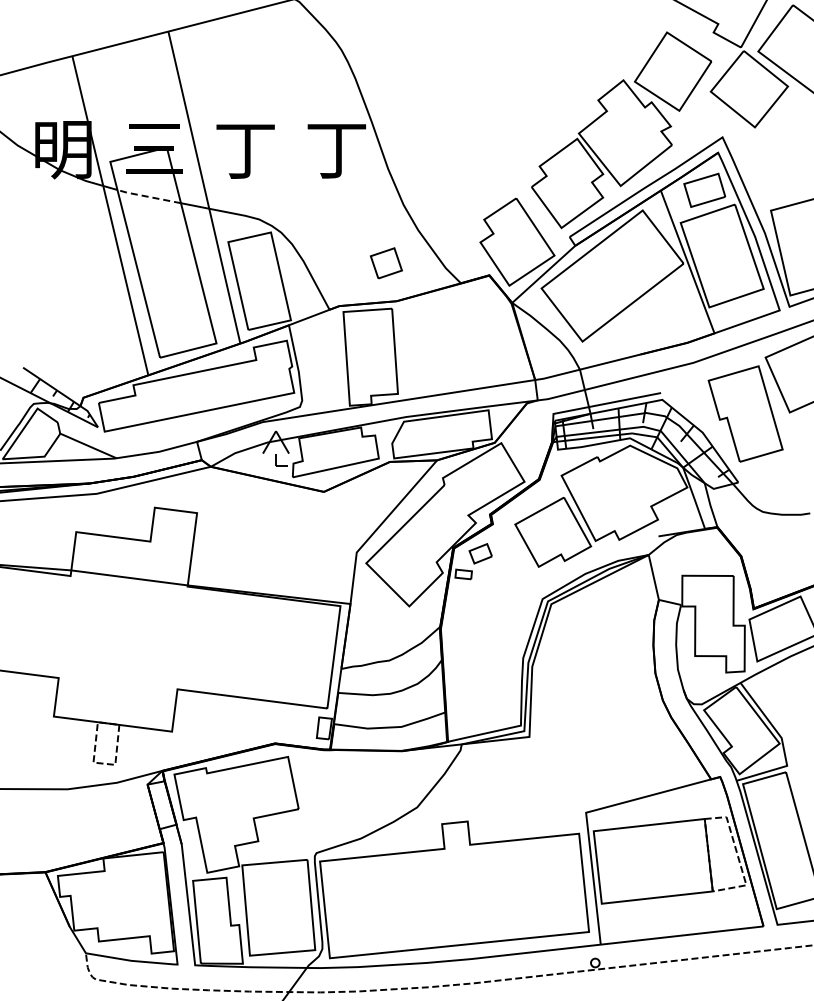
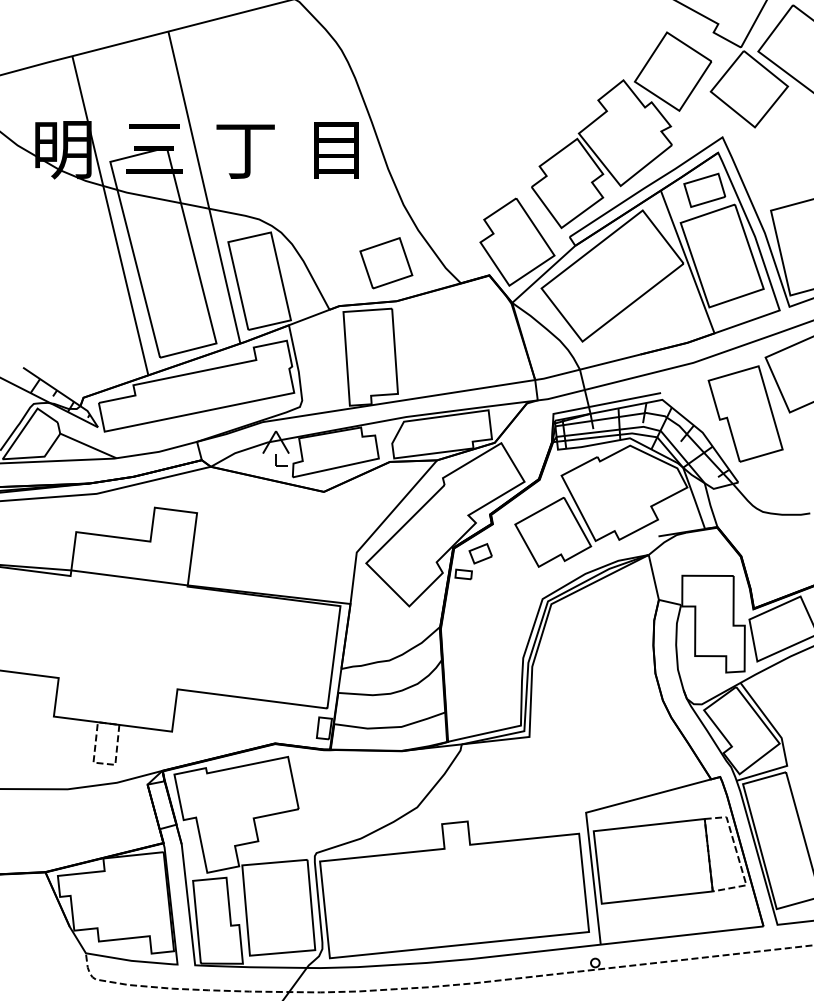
text at (336, 150): 丁 -> 目
line at (148, 196): dashed -> solid
part at (385, 263) size: 34x33 px -> 55x53 px
